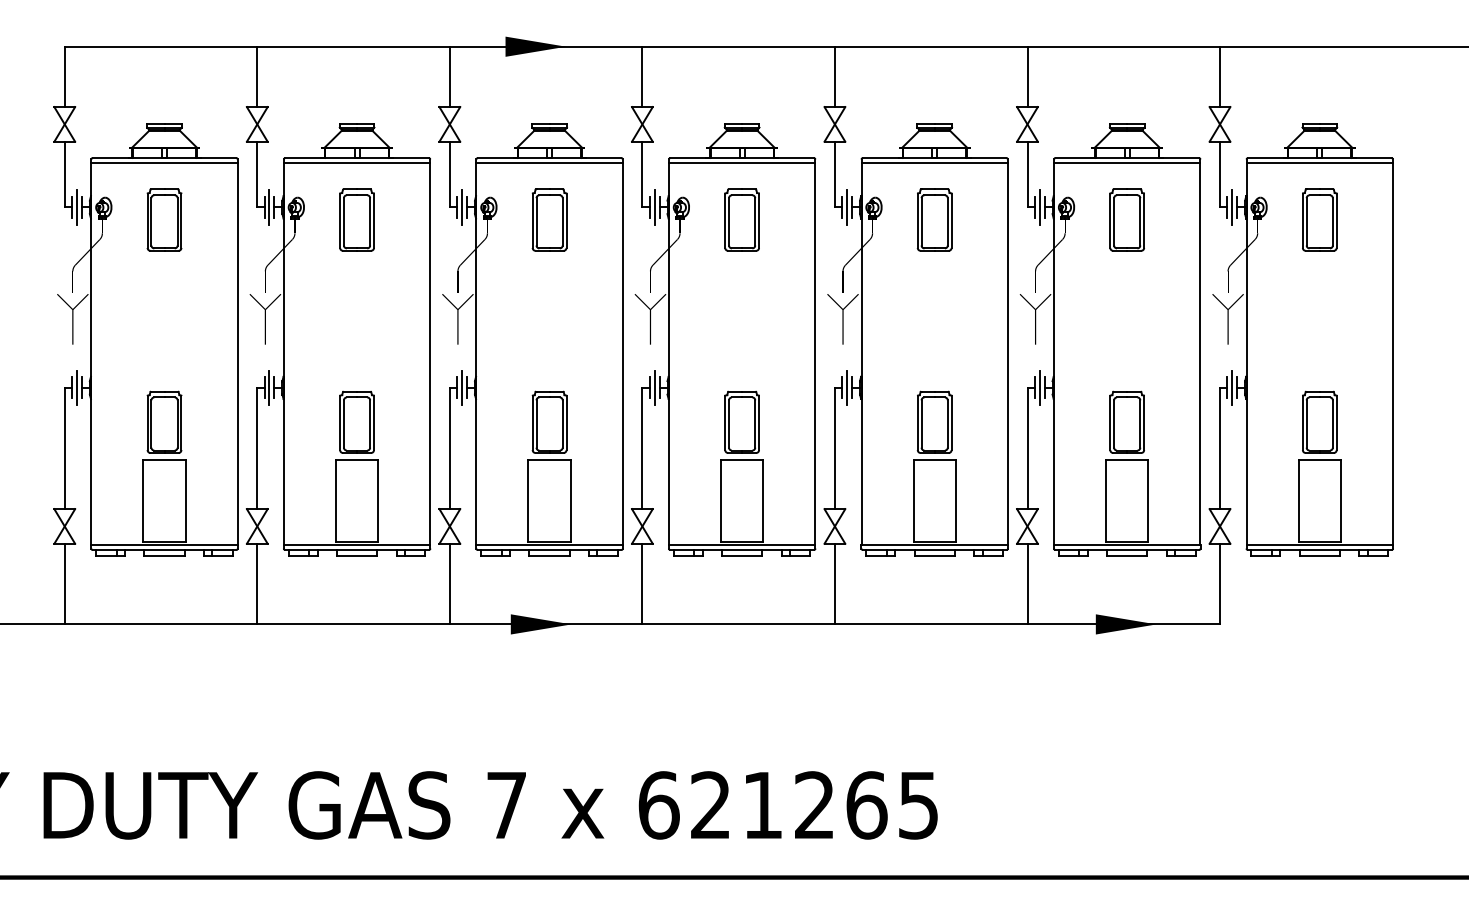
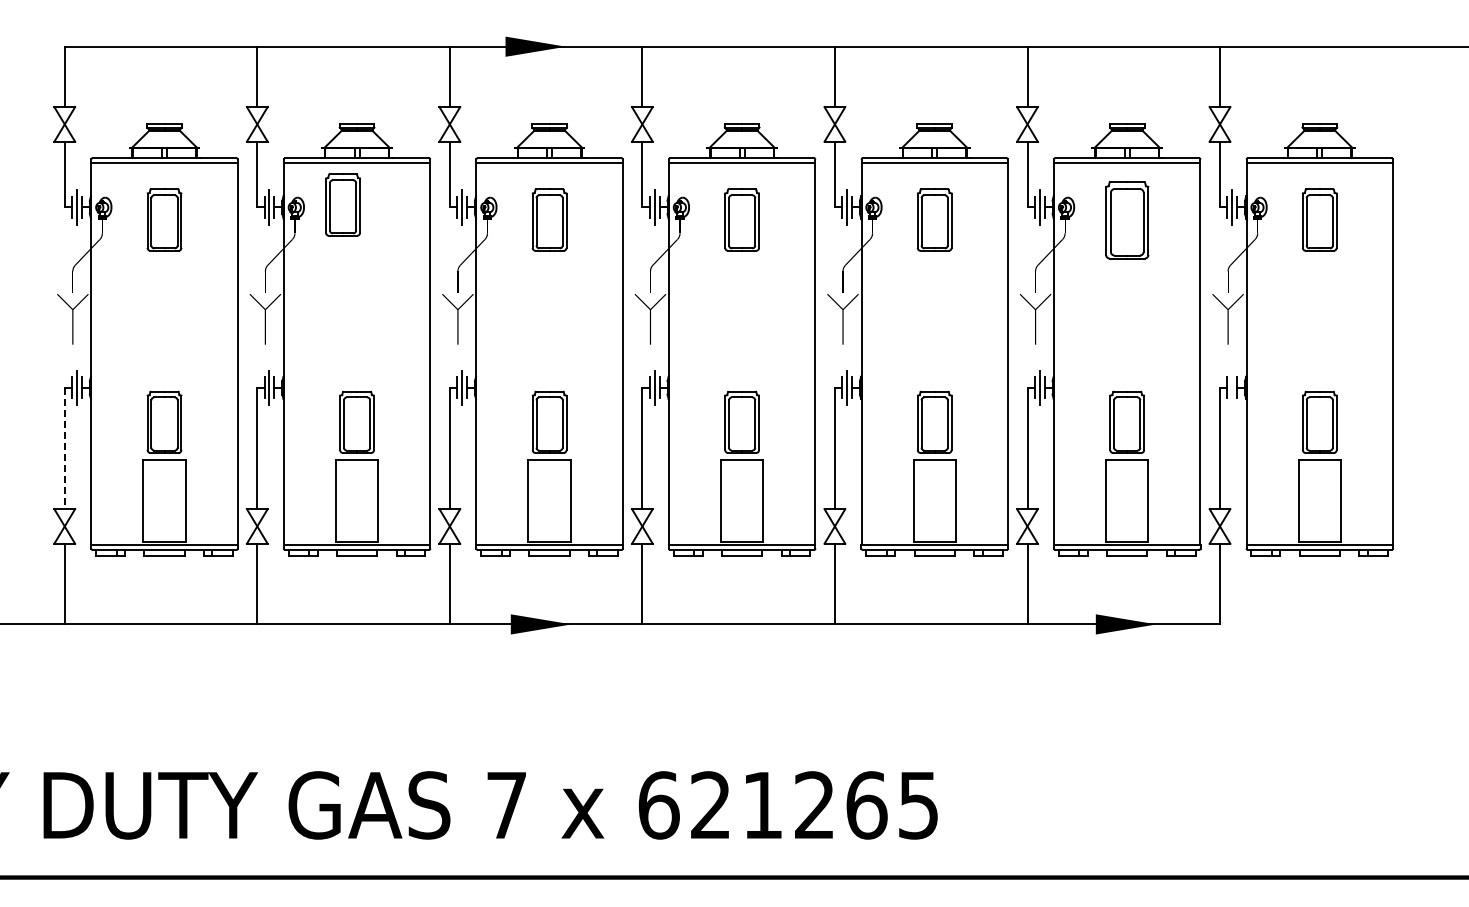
part at (356, 219) position: (356, 219) -> (342, 204)
part at (1126, 219) size: 36x64 px -> 45x79 px
line at (1232, 387): present -> none
line at (64, 448): solid -> dashed
